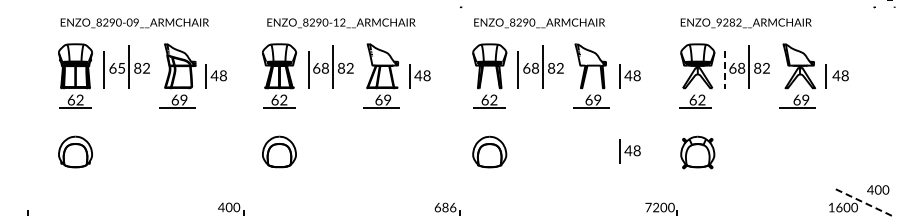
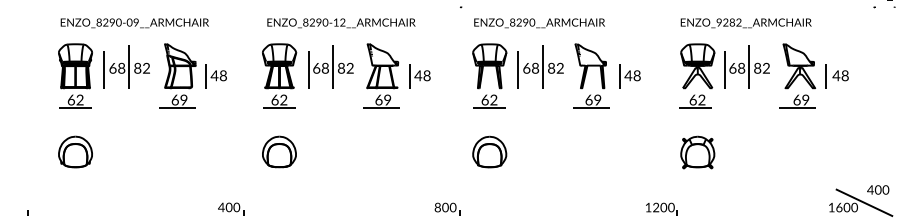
text at (121, 68): 65 -> 68
line at (724, 69): dashed -> solid
part at (629, 151): present -> none
line at (864, 202): dashed -> solid
text at (445, 206): 686 -> 800
text at (648, 207): 7200 -> 1200
